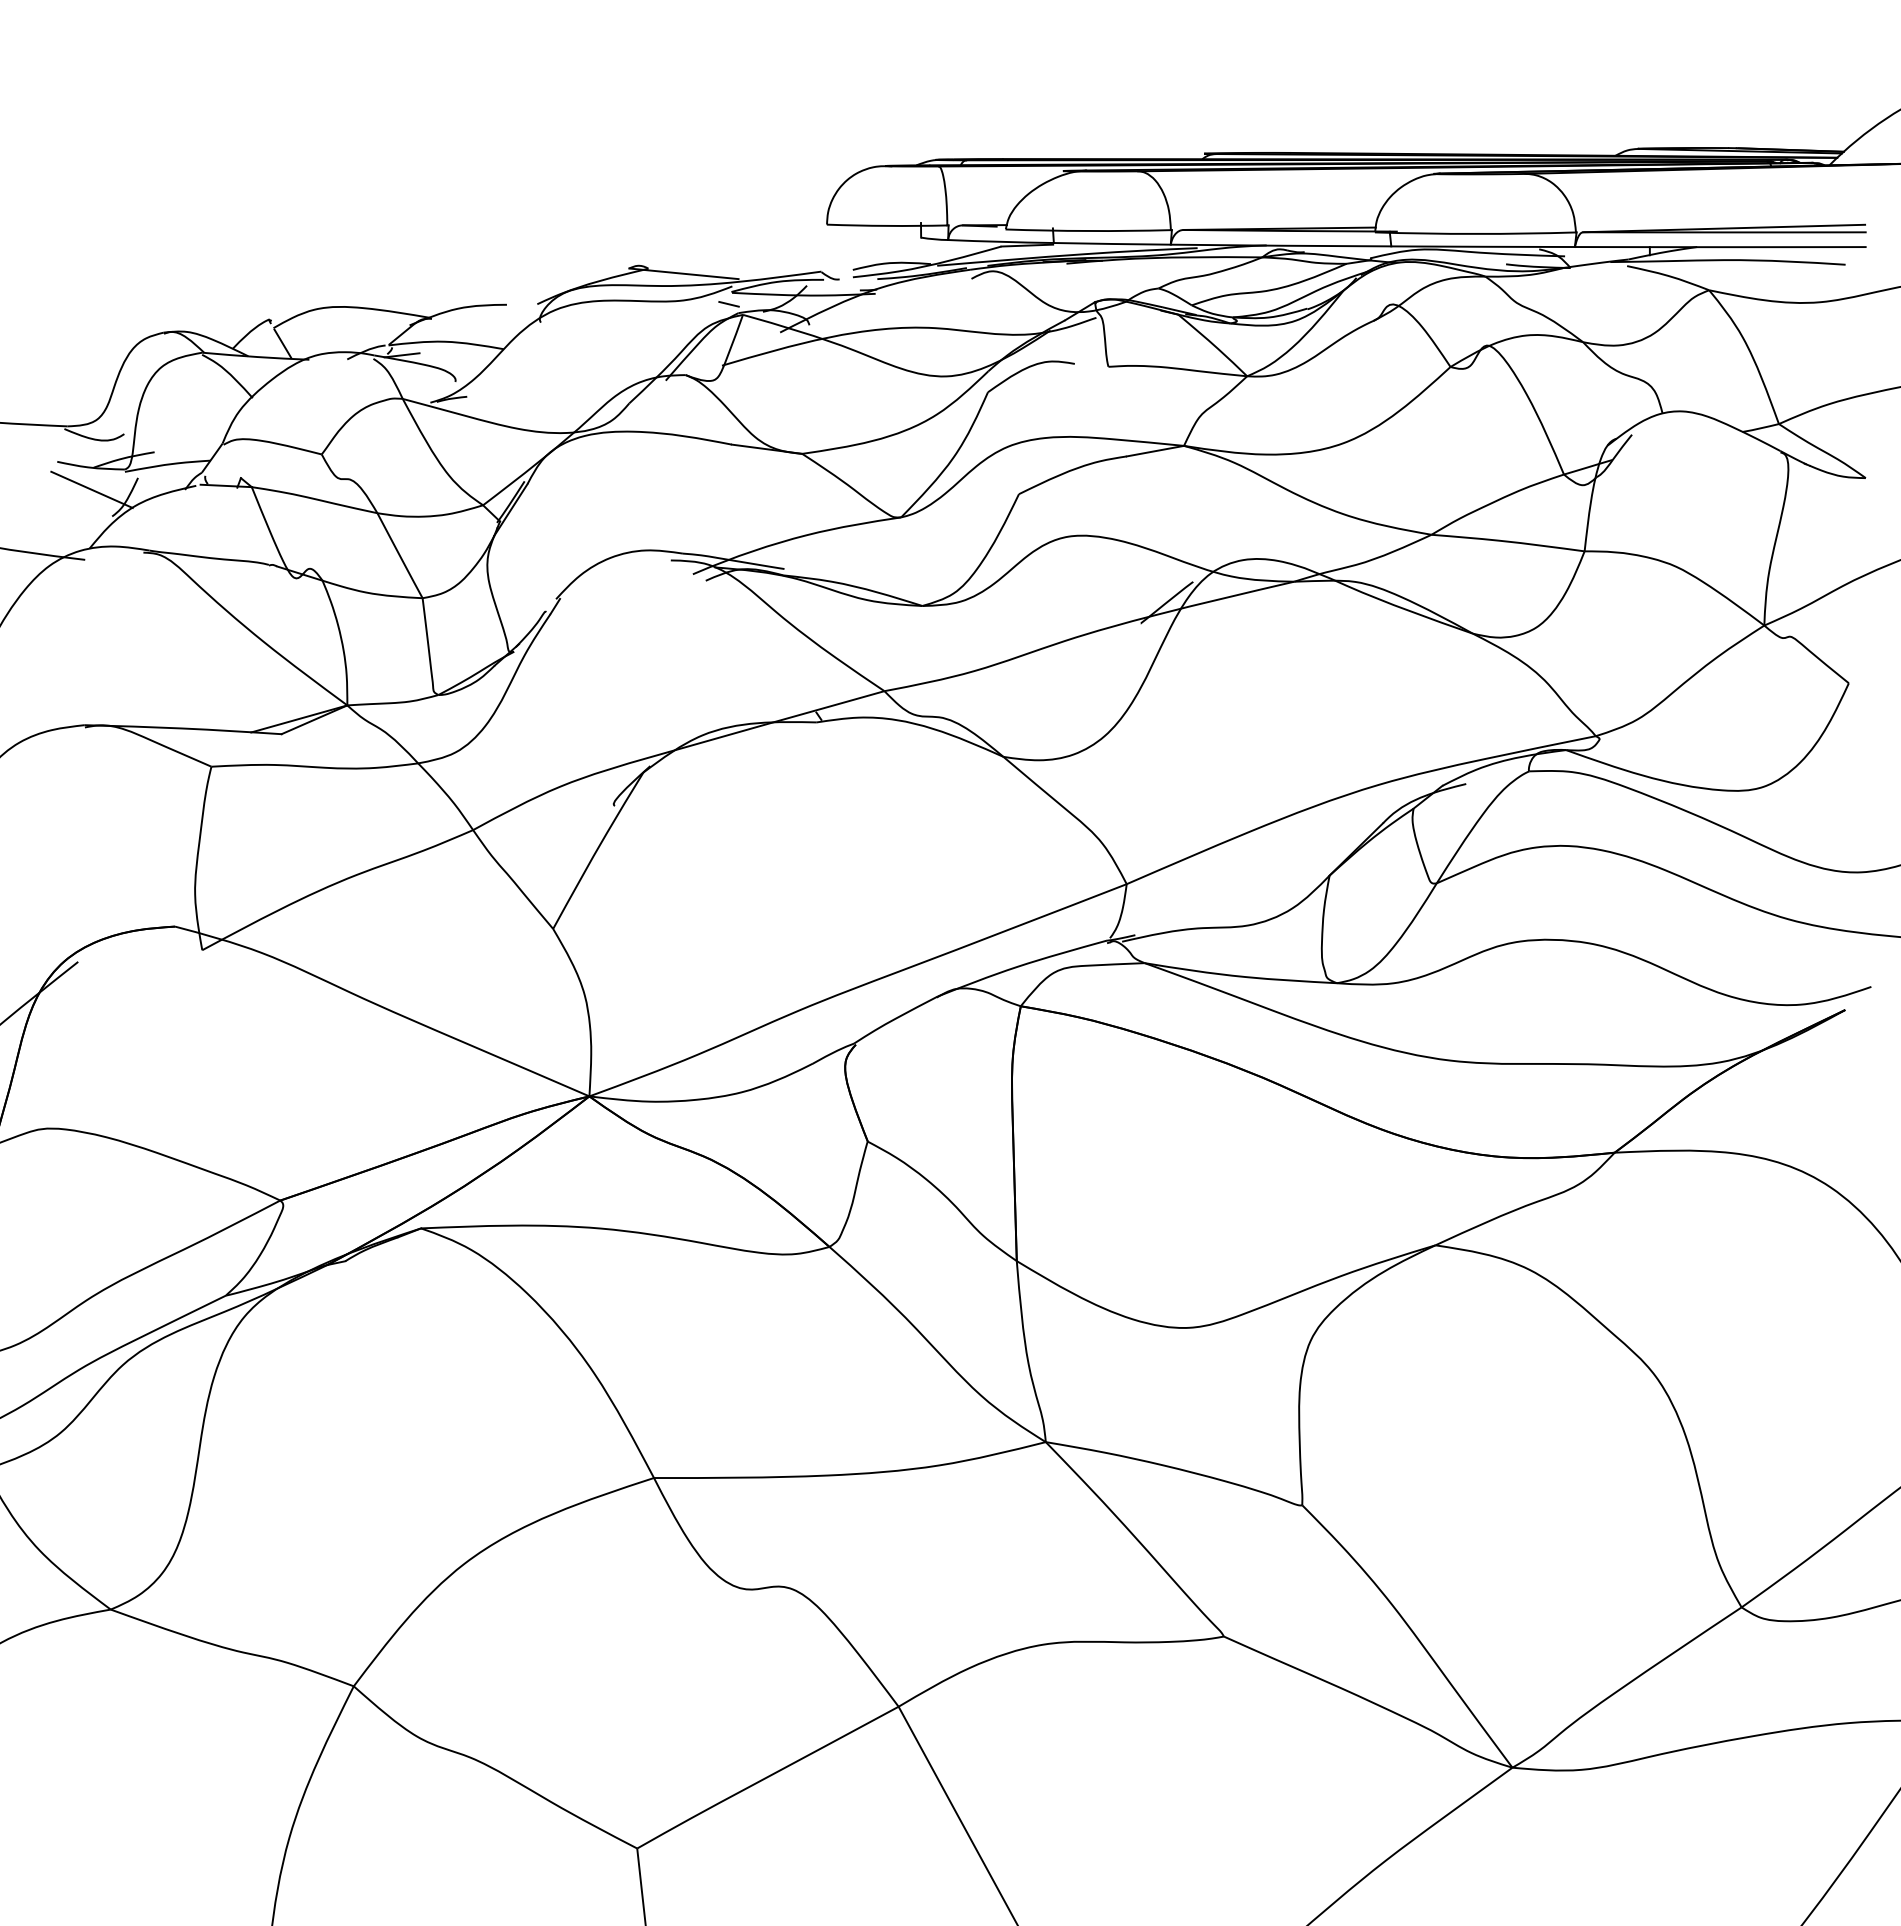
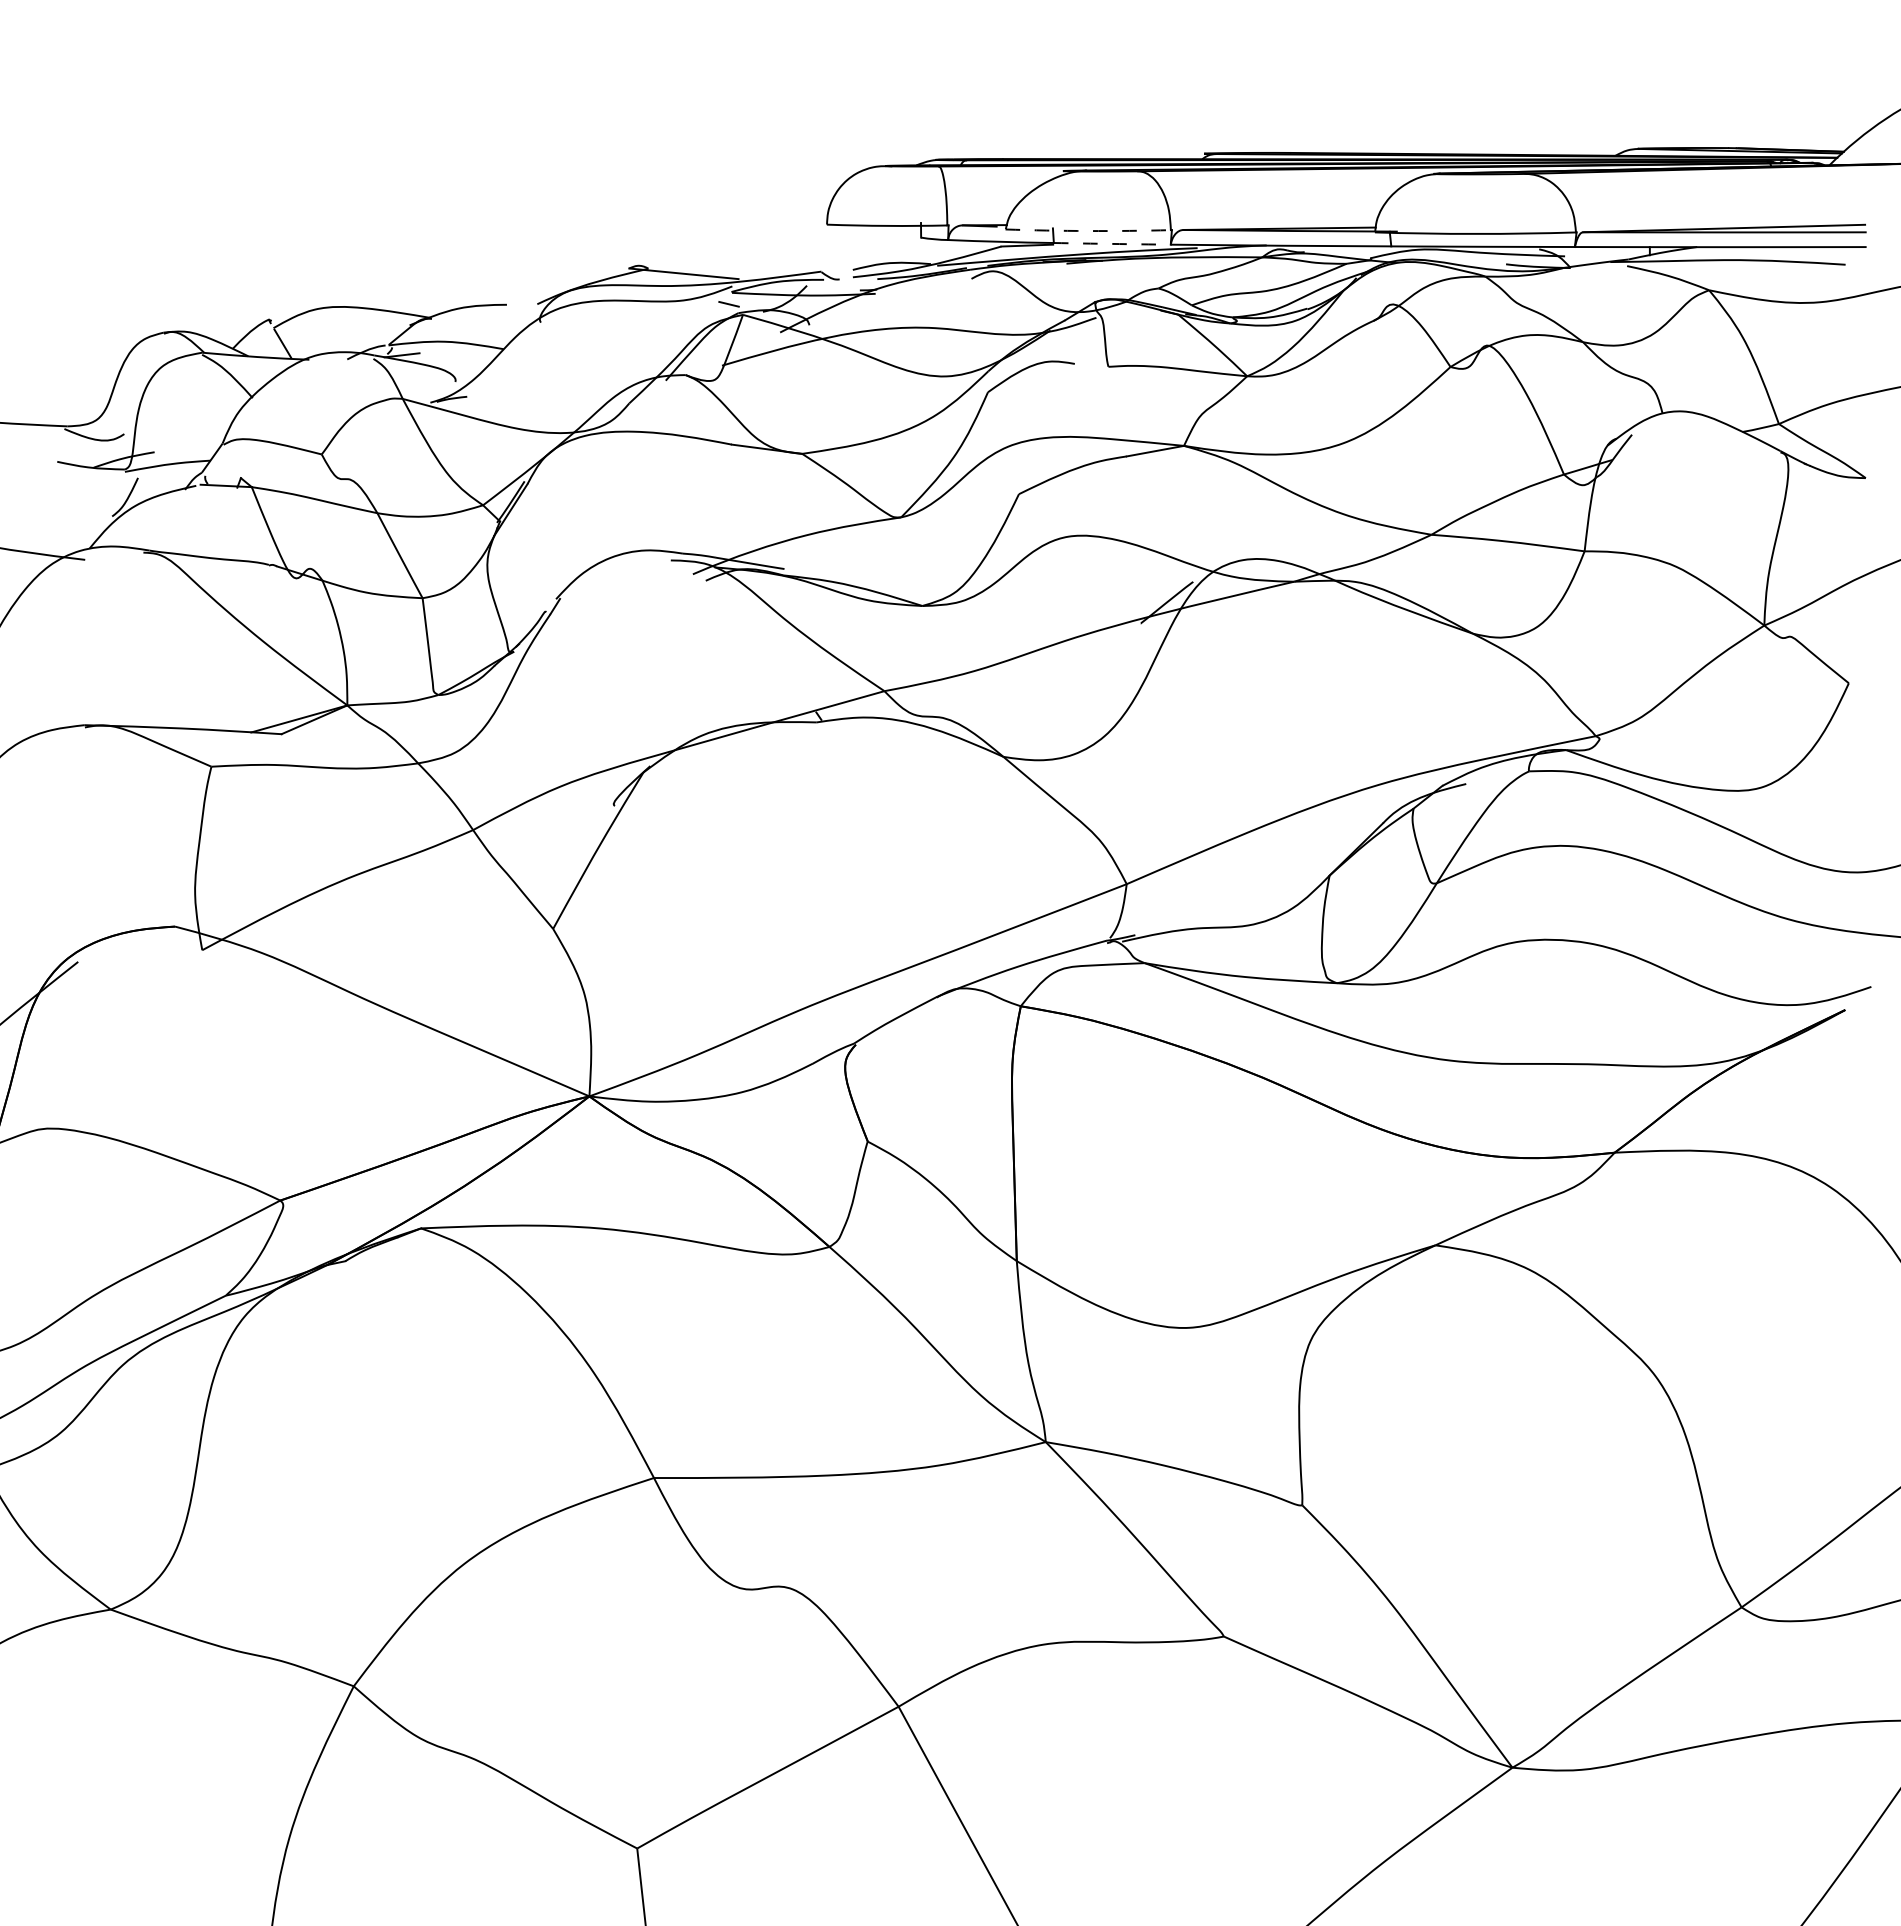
arc at (1088, 231): solid -> dashed
arc at (1112, 243): solid -> dashed
line at (91, 489): present -> none
